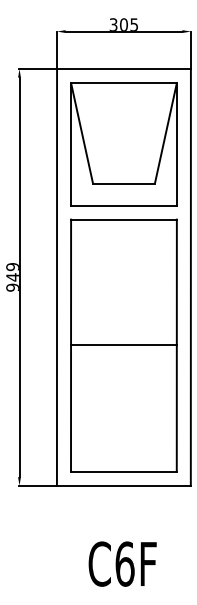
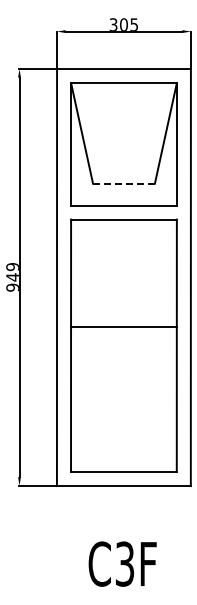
line at (123, 183): solid -> dashed
line at (123, 345) position: (123, 345) -> (123, 327)
text at (124, 563): C6F -> C3F
